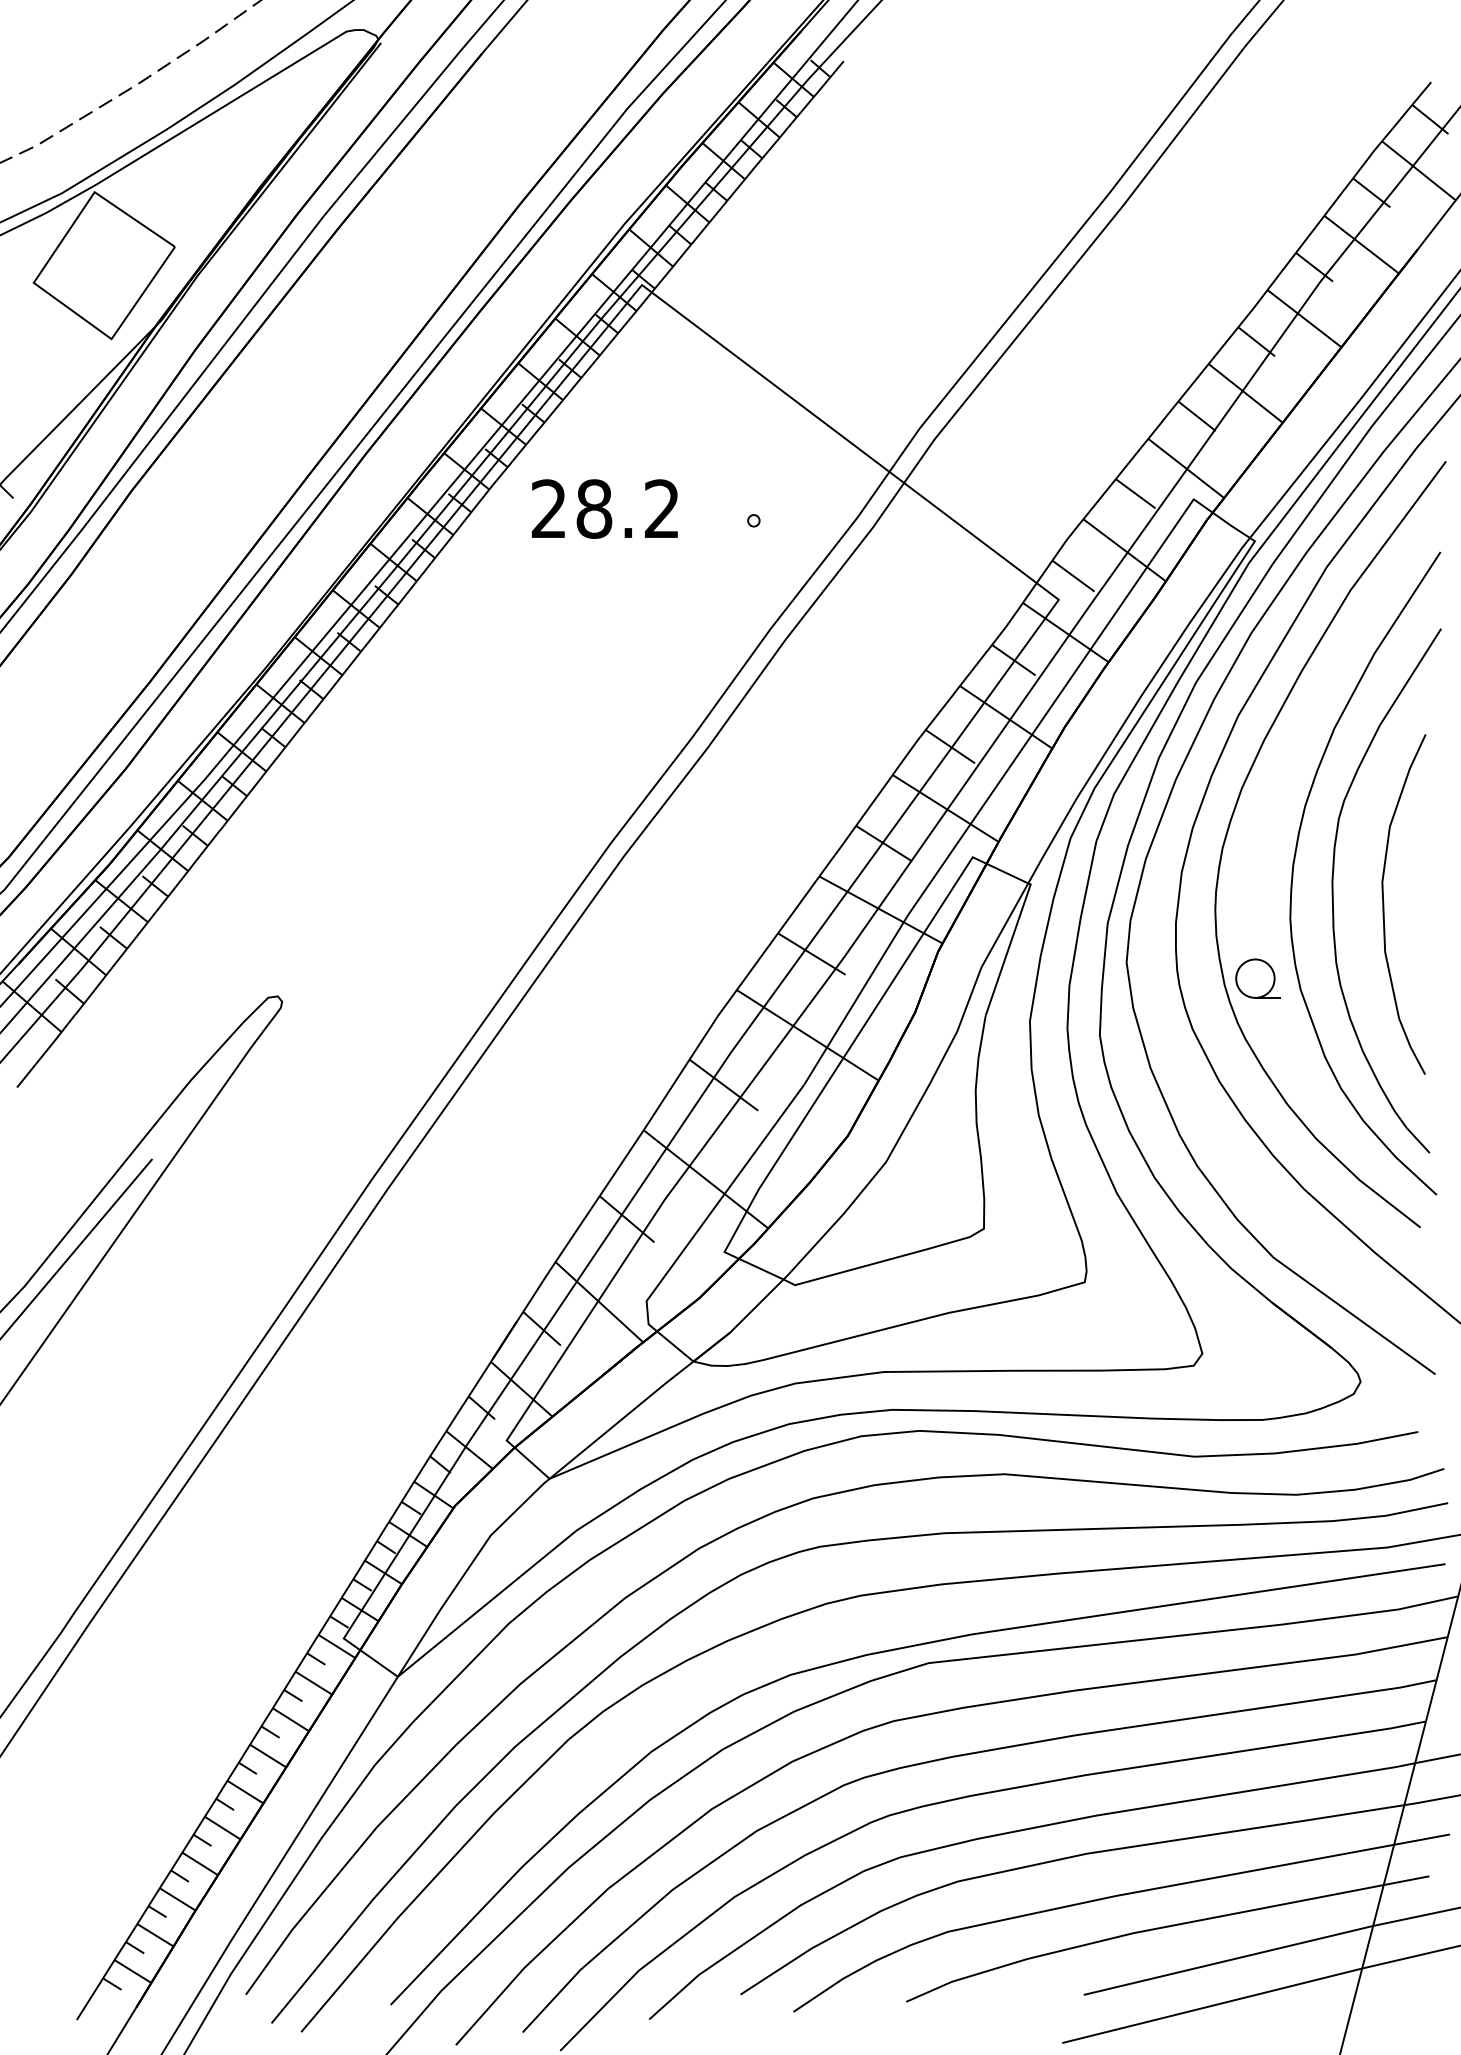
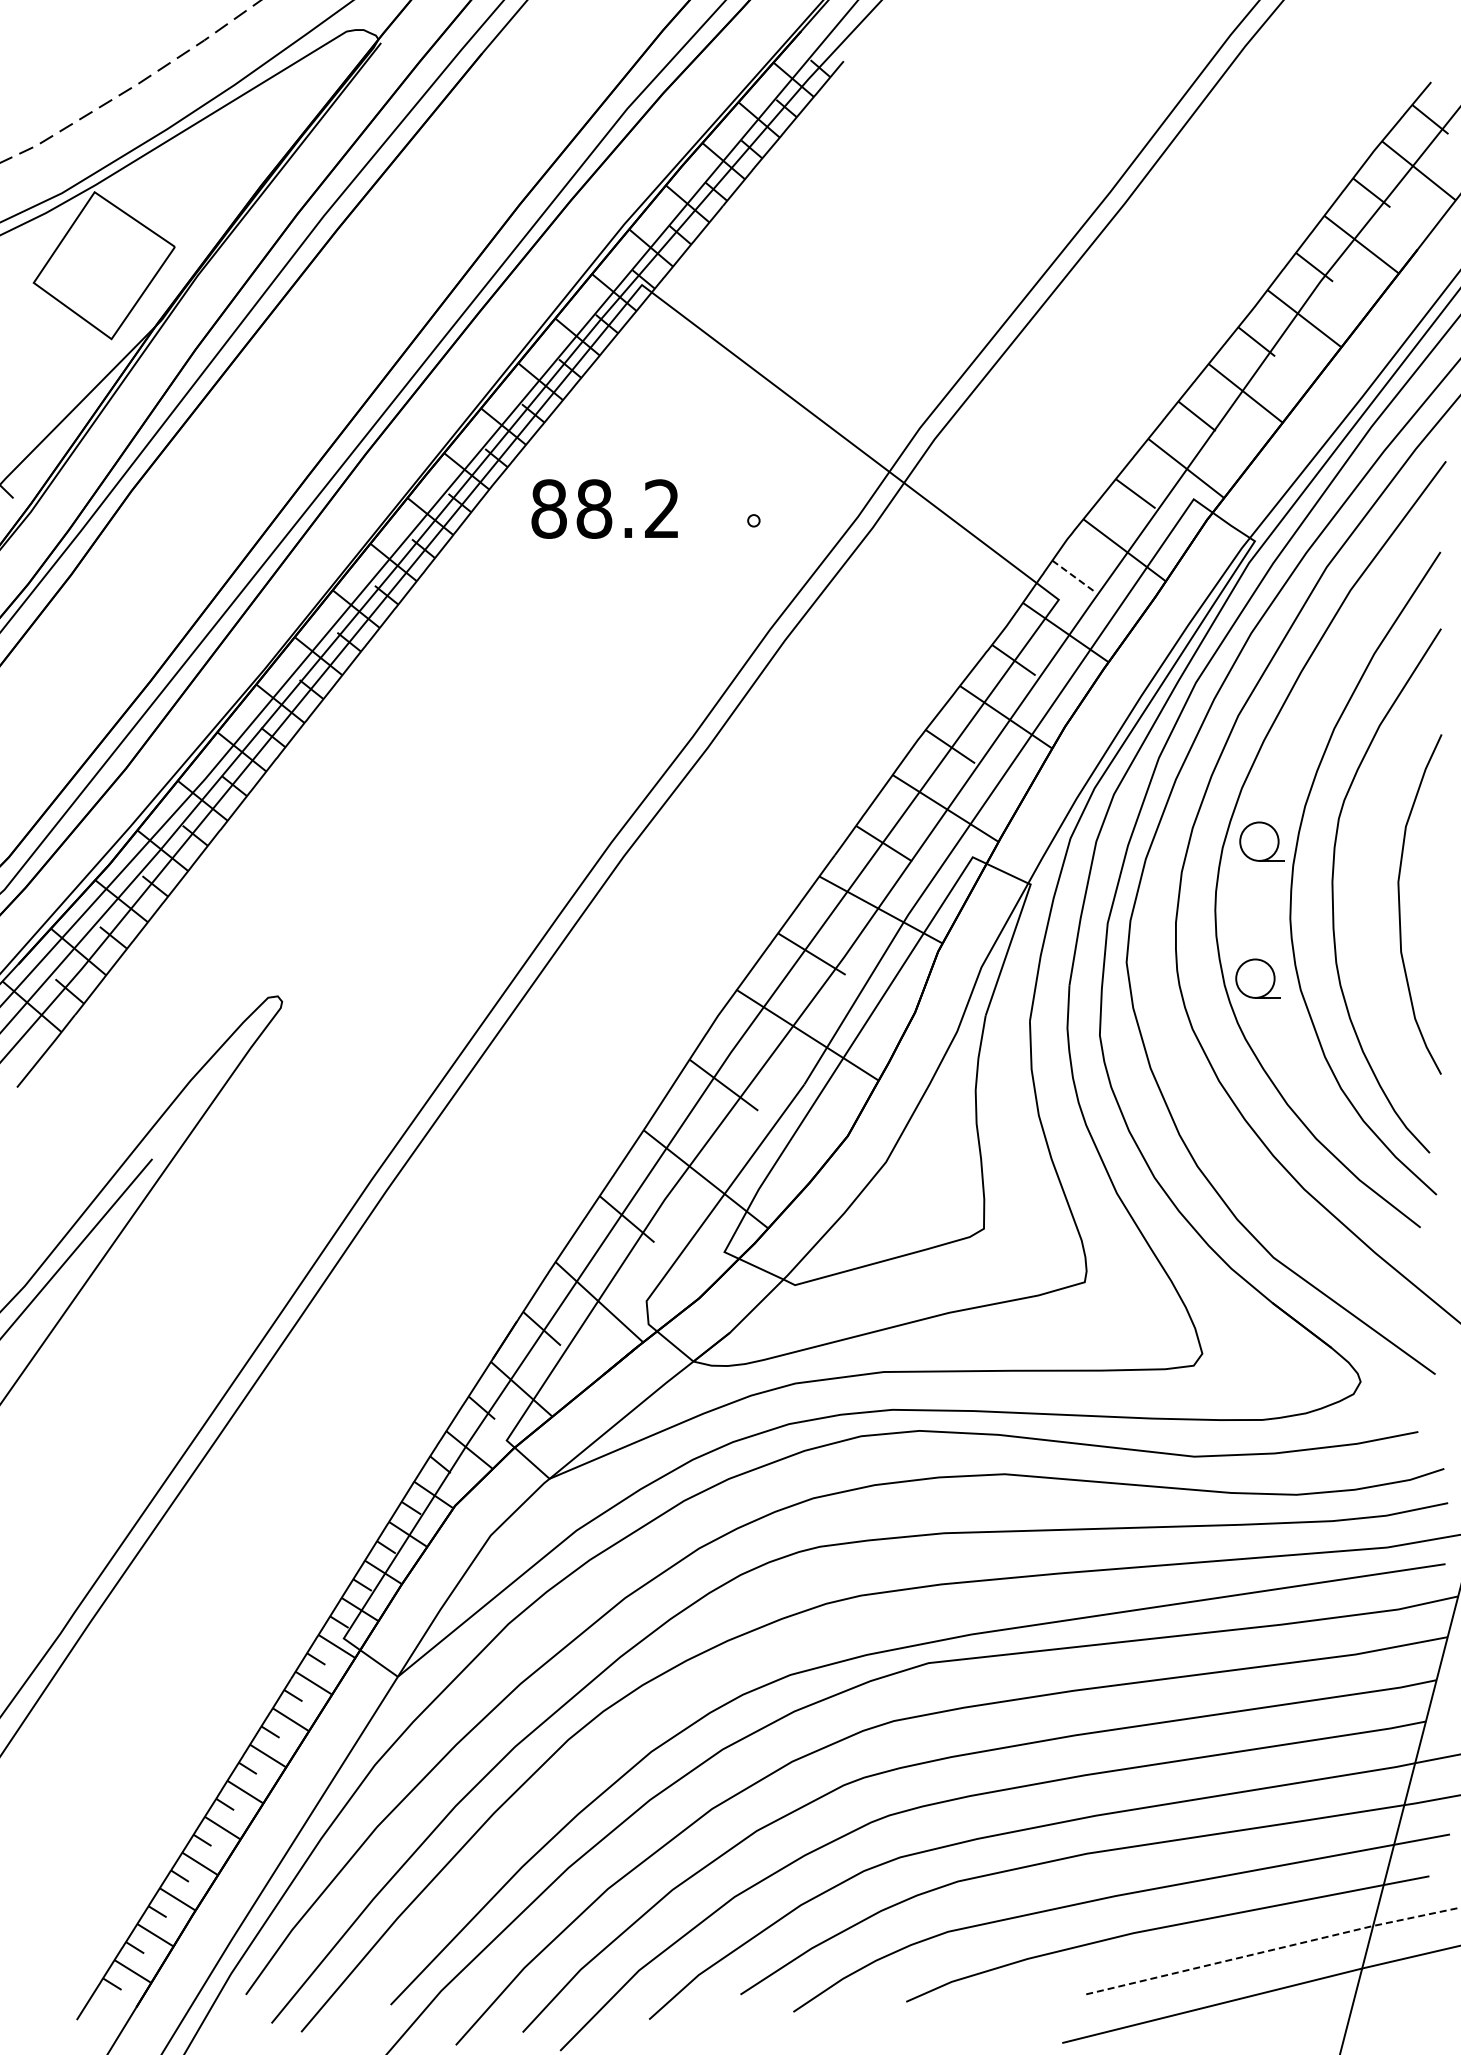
text at (548, 508): 28.2 -> 88.2
line at (1073, 576): solid -> dashed
part at (1261, 841): none -> present
curve at (1384, 904) position: (1384, 904) -> (1400, 904)
line at (1272, 1950): solid -> dashed
